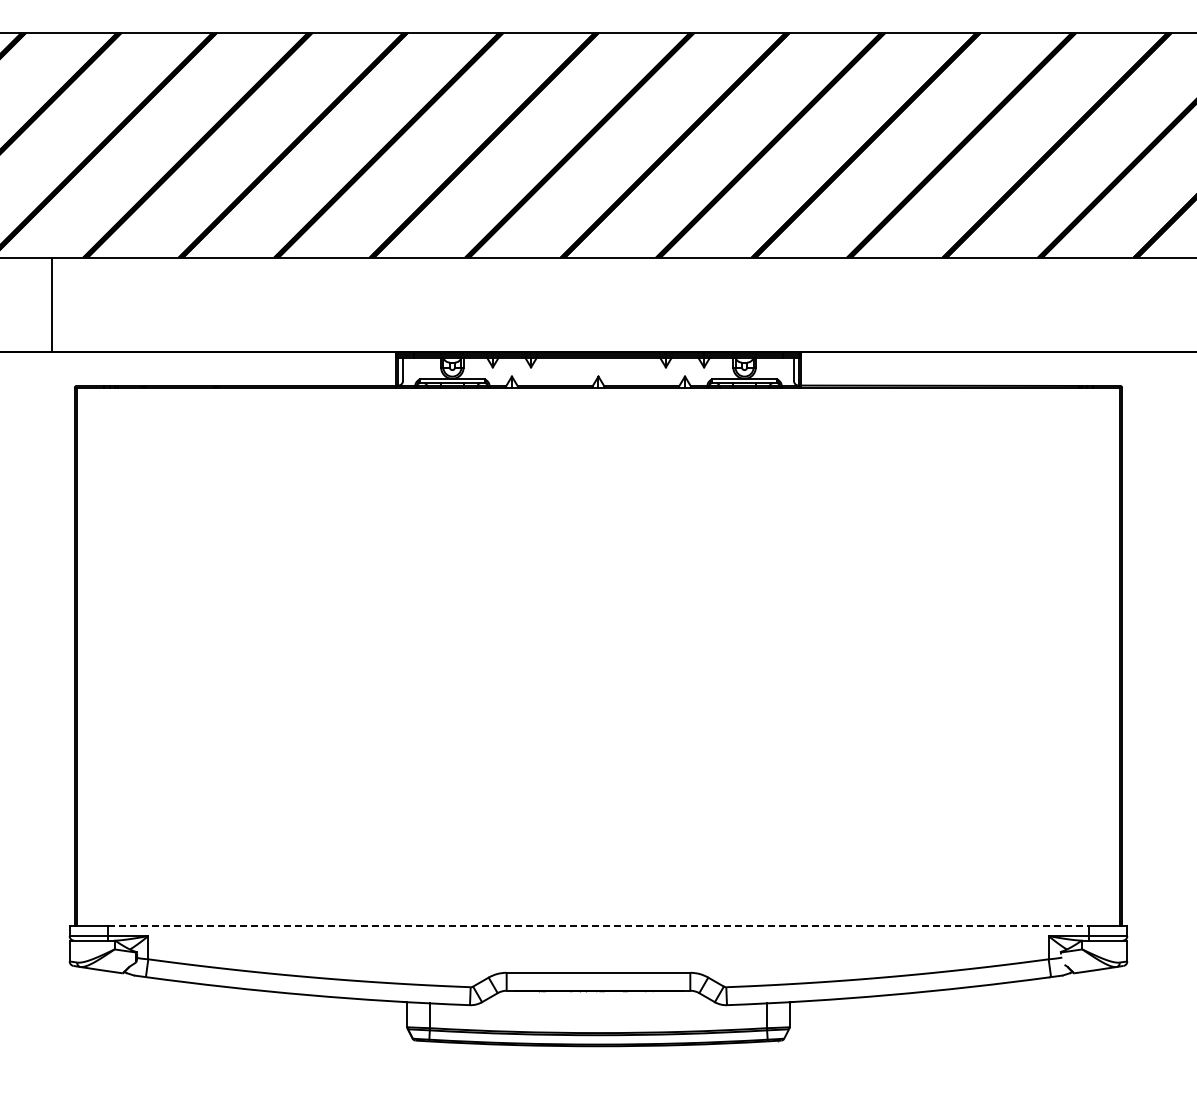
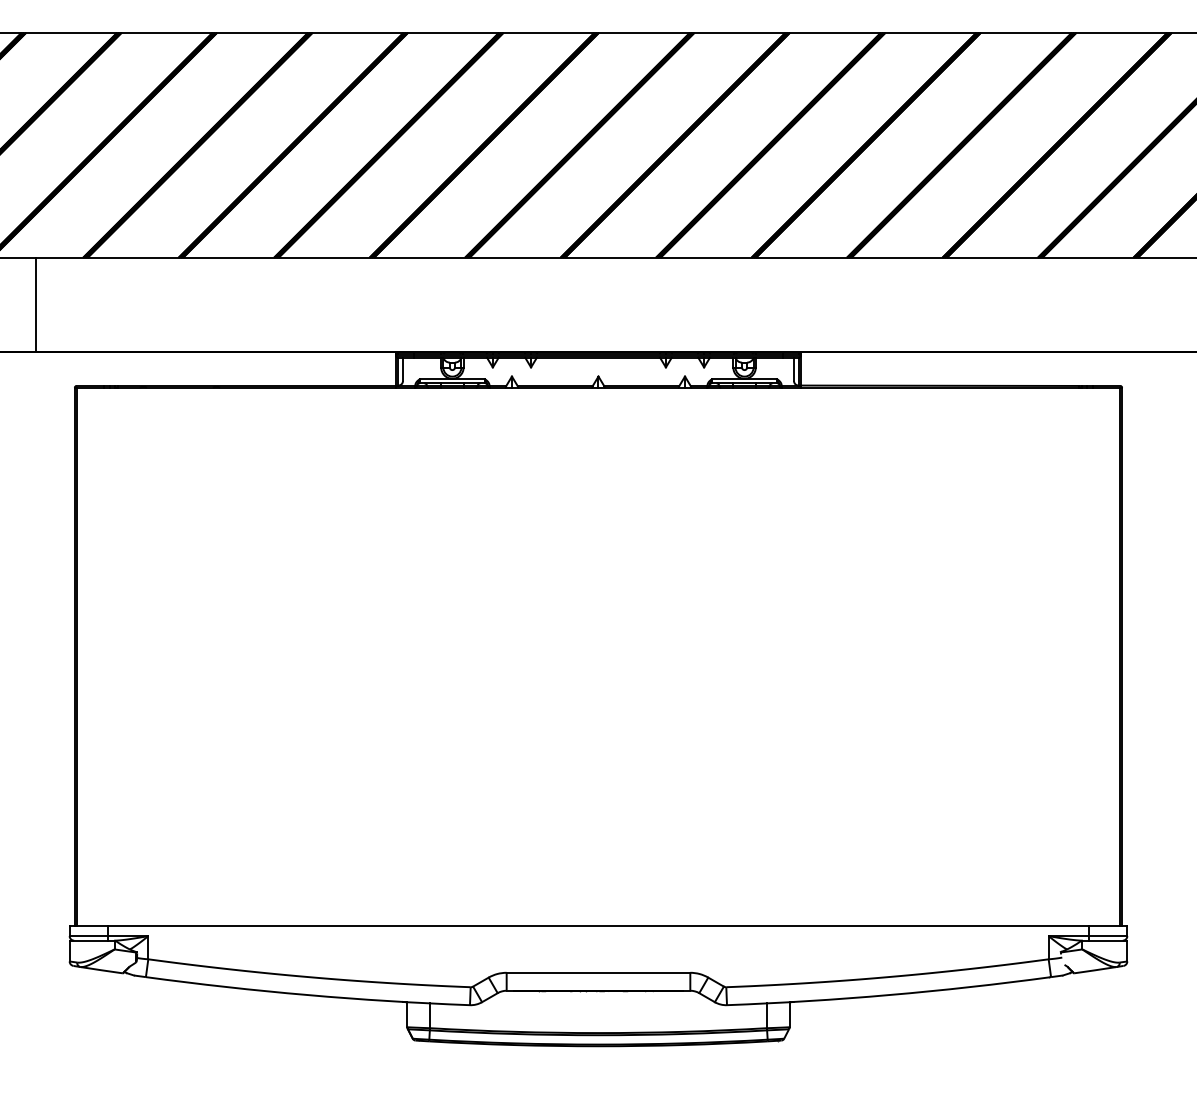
line at (51, 304) position: (51, 304) -> (35, 304)
line at (598, 926): dashed -> solid
